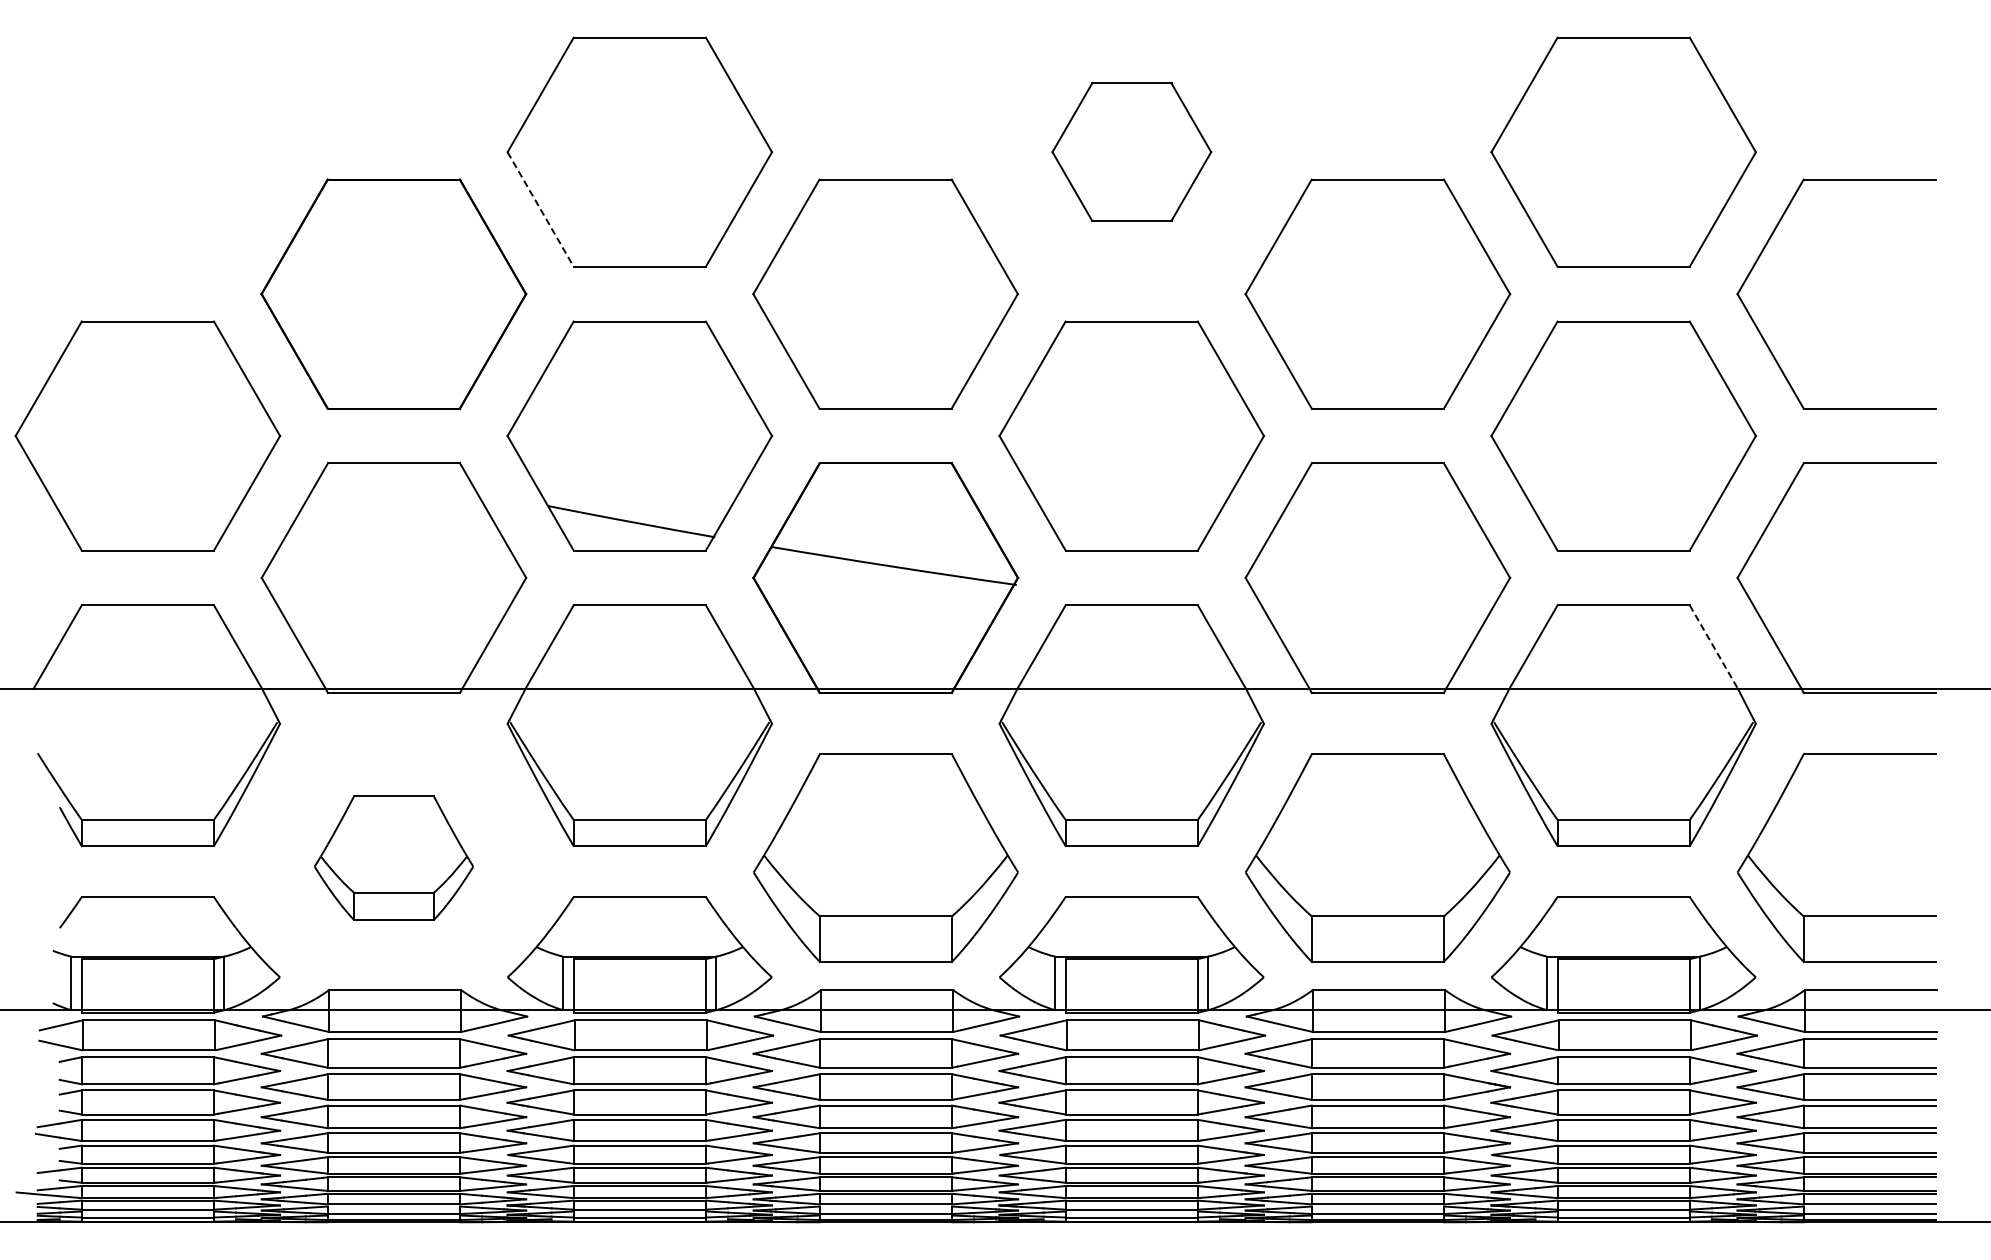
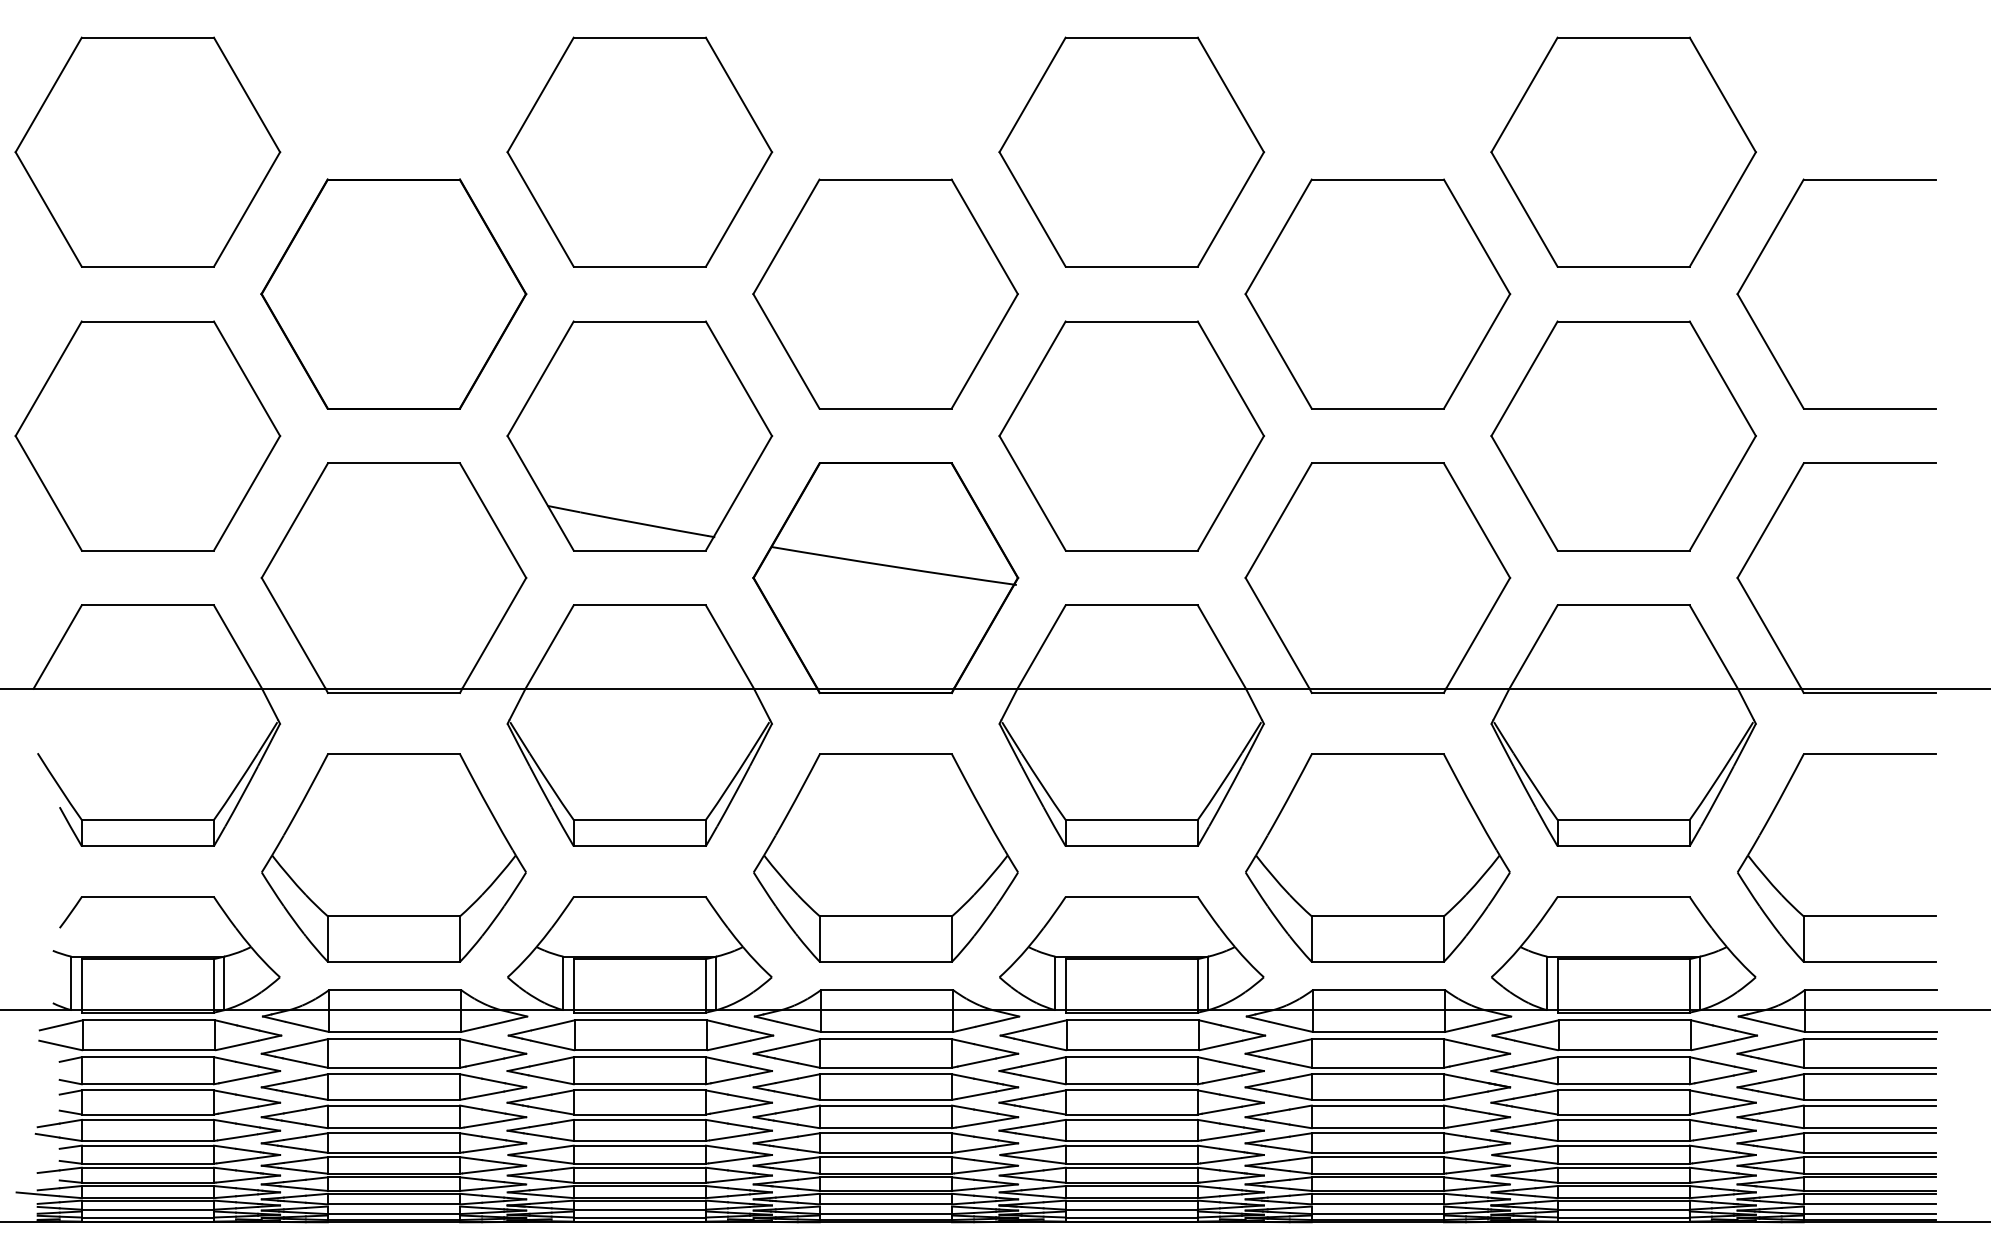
part at (147, 151): none -> present
part at (1131, 151) size: 162x140 px -> 268x232 px
line at (540, 209): dashed -> solid
line at (1714, 647): dashed -> solid
part at (393, 857) size: 160x126 px -> 266x210 px
